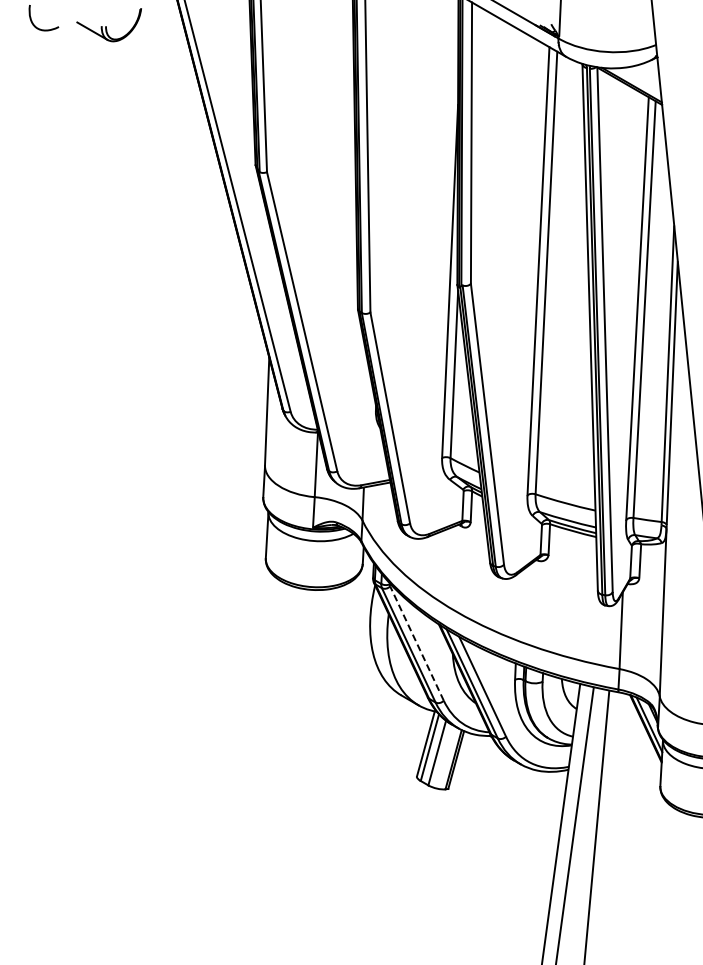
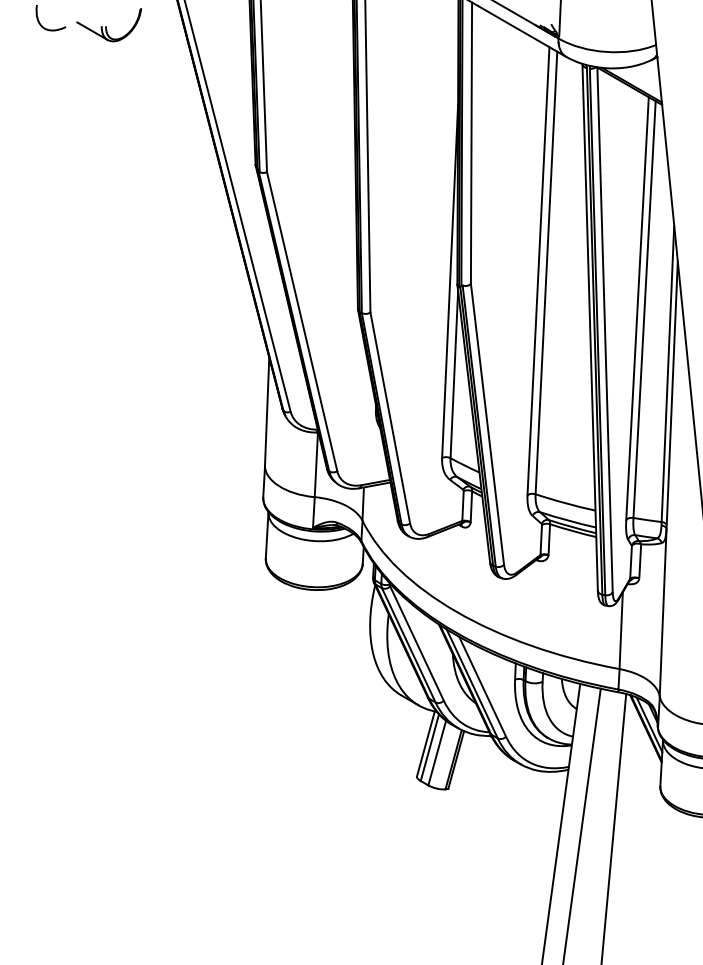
curve at (38, 27) position: (38, 27) -> (45, 27)
line at (416, 643): dashed -> solid
line at (574, 824) position: (574, 824) -> (581, 824)
line at (596, 826) position: (596, 826) -> (613, 827)
